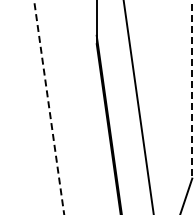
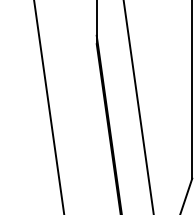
line at (192, 89): dashed -> solid
line at (49, 108): dashed -> solid
